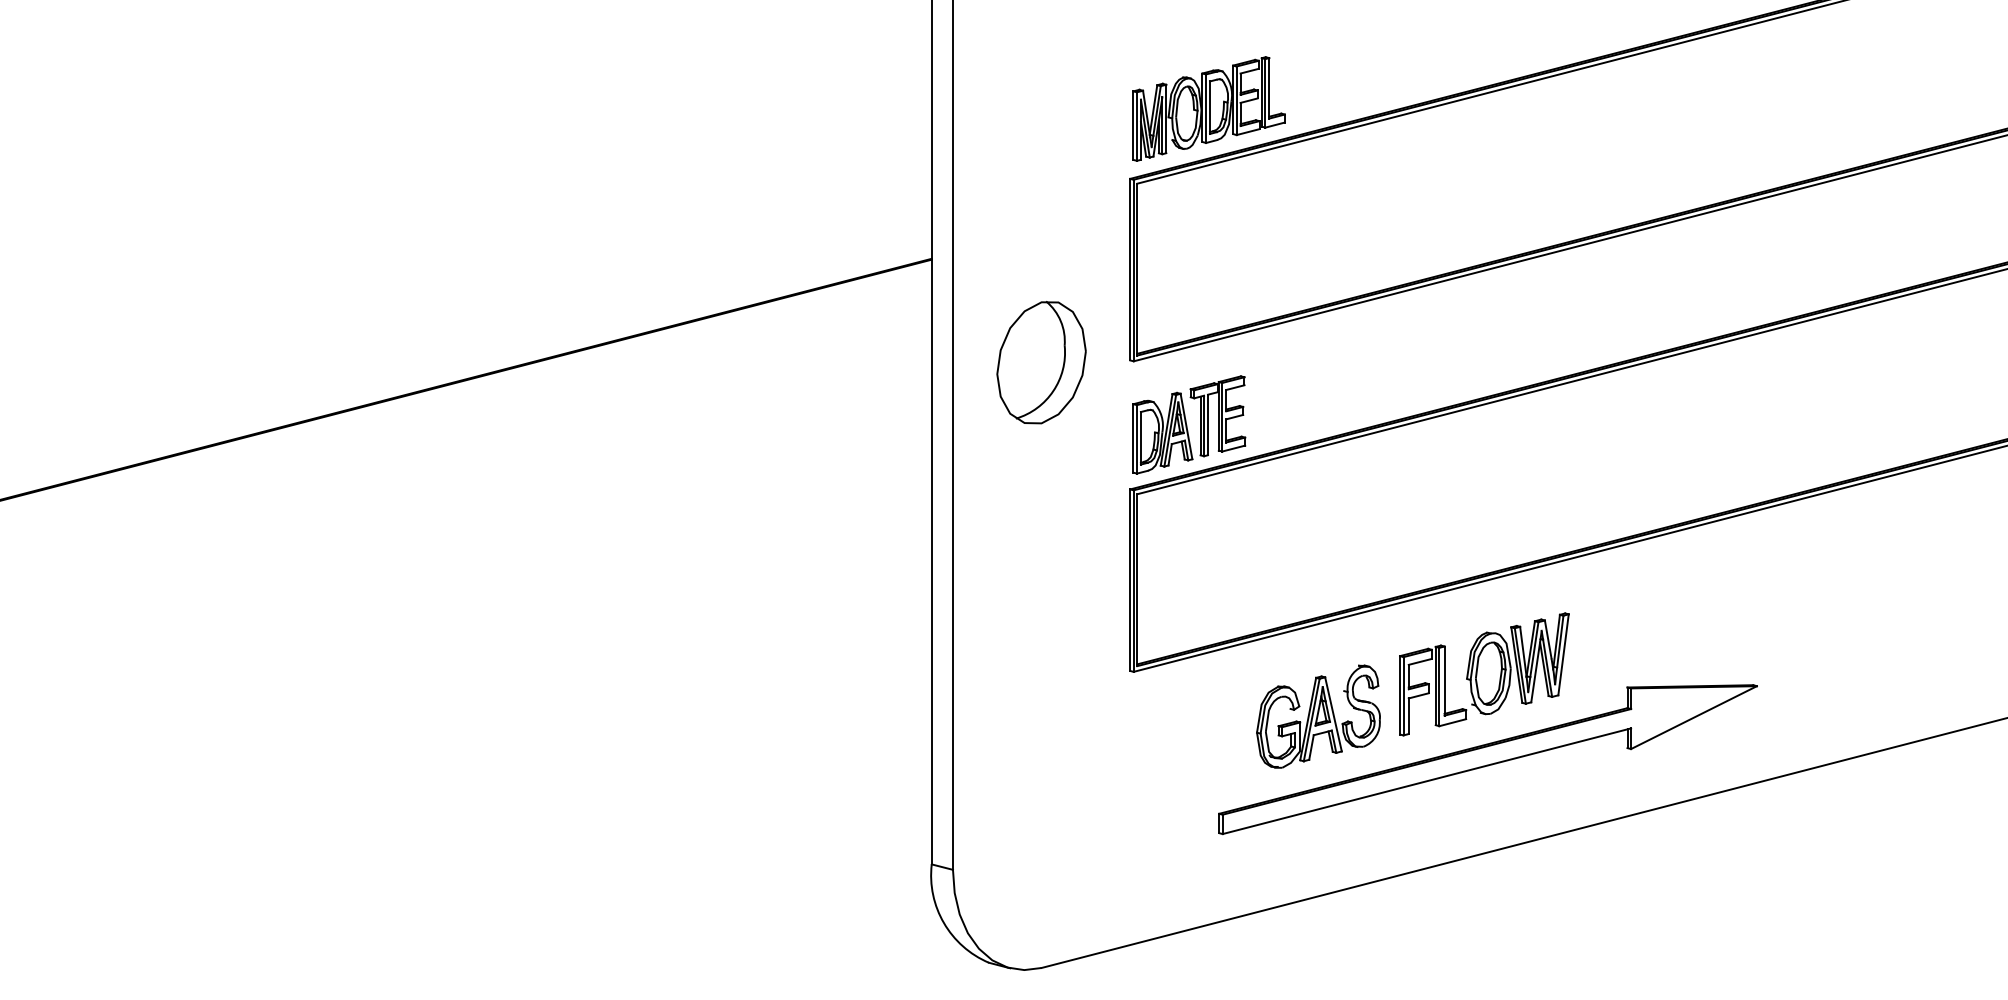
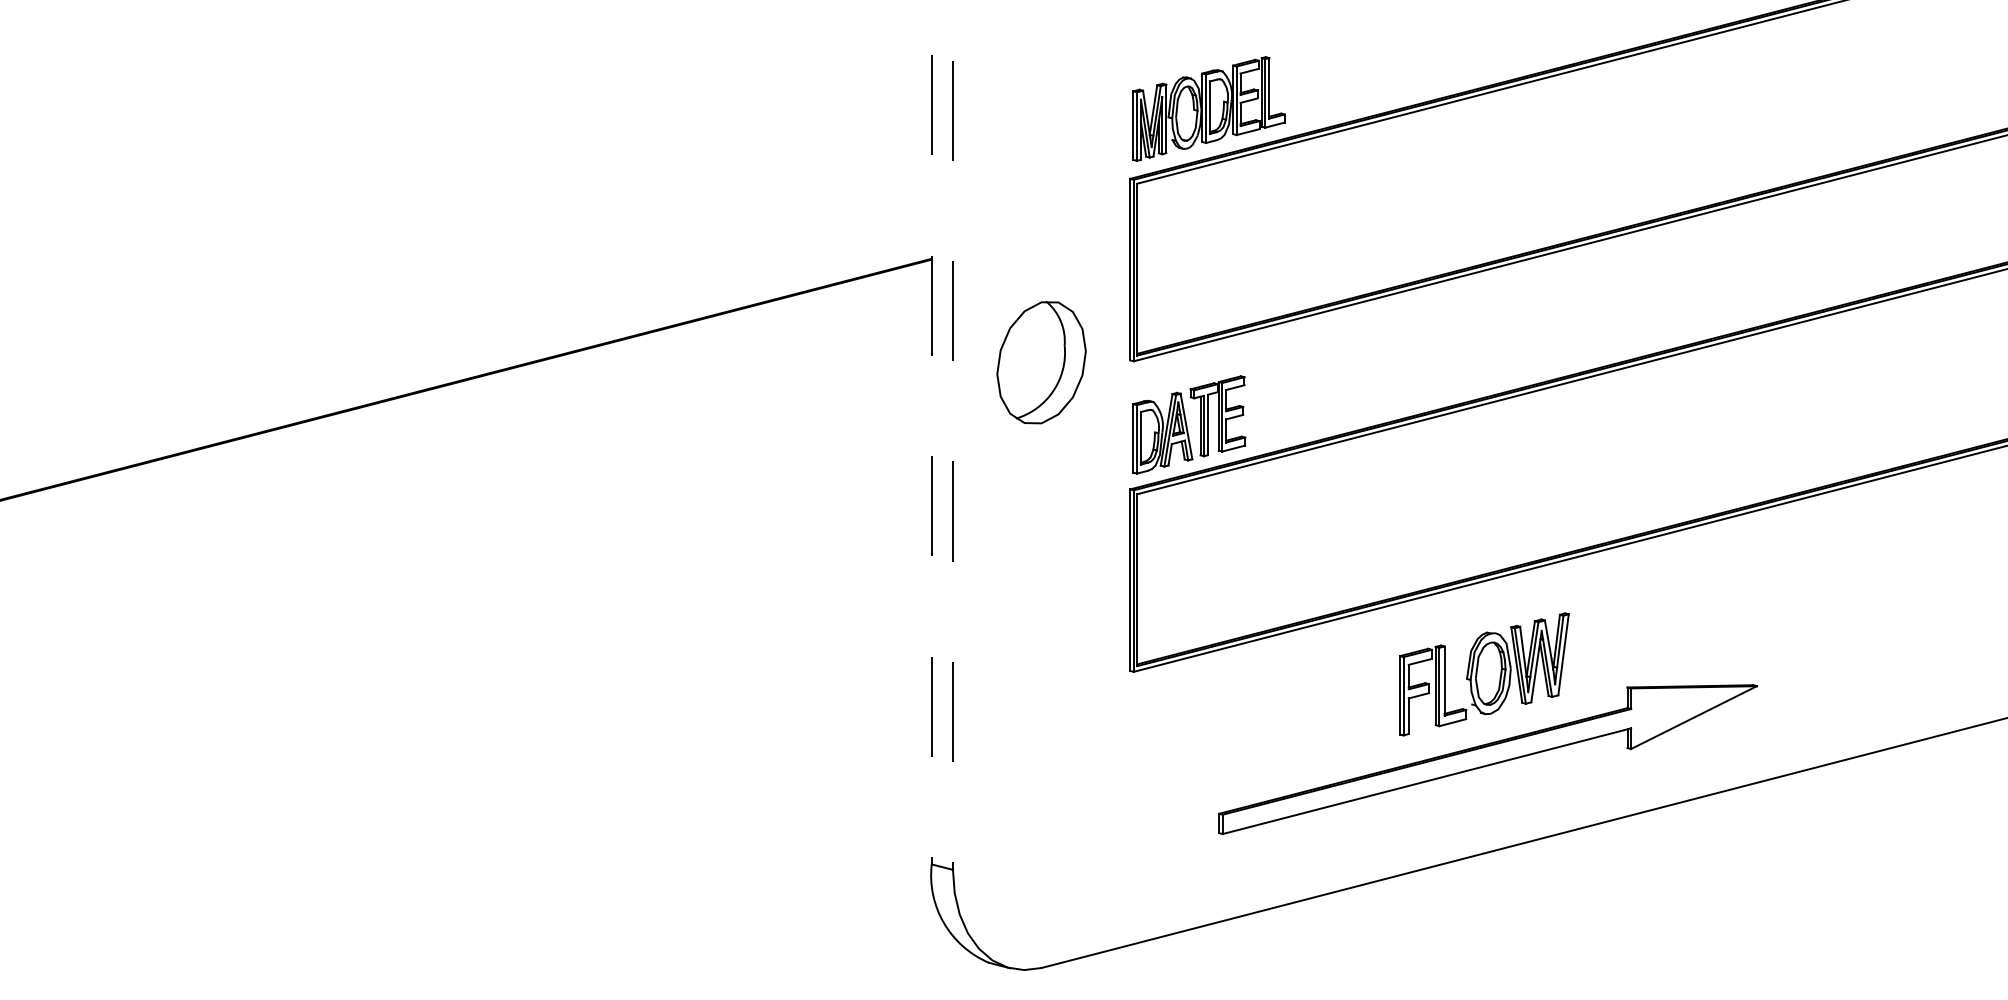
line at (931, 432): solid -> dashed
line at (952, 435): solid -> dashed
part at (1318, 716): present -> none
